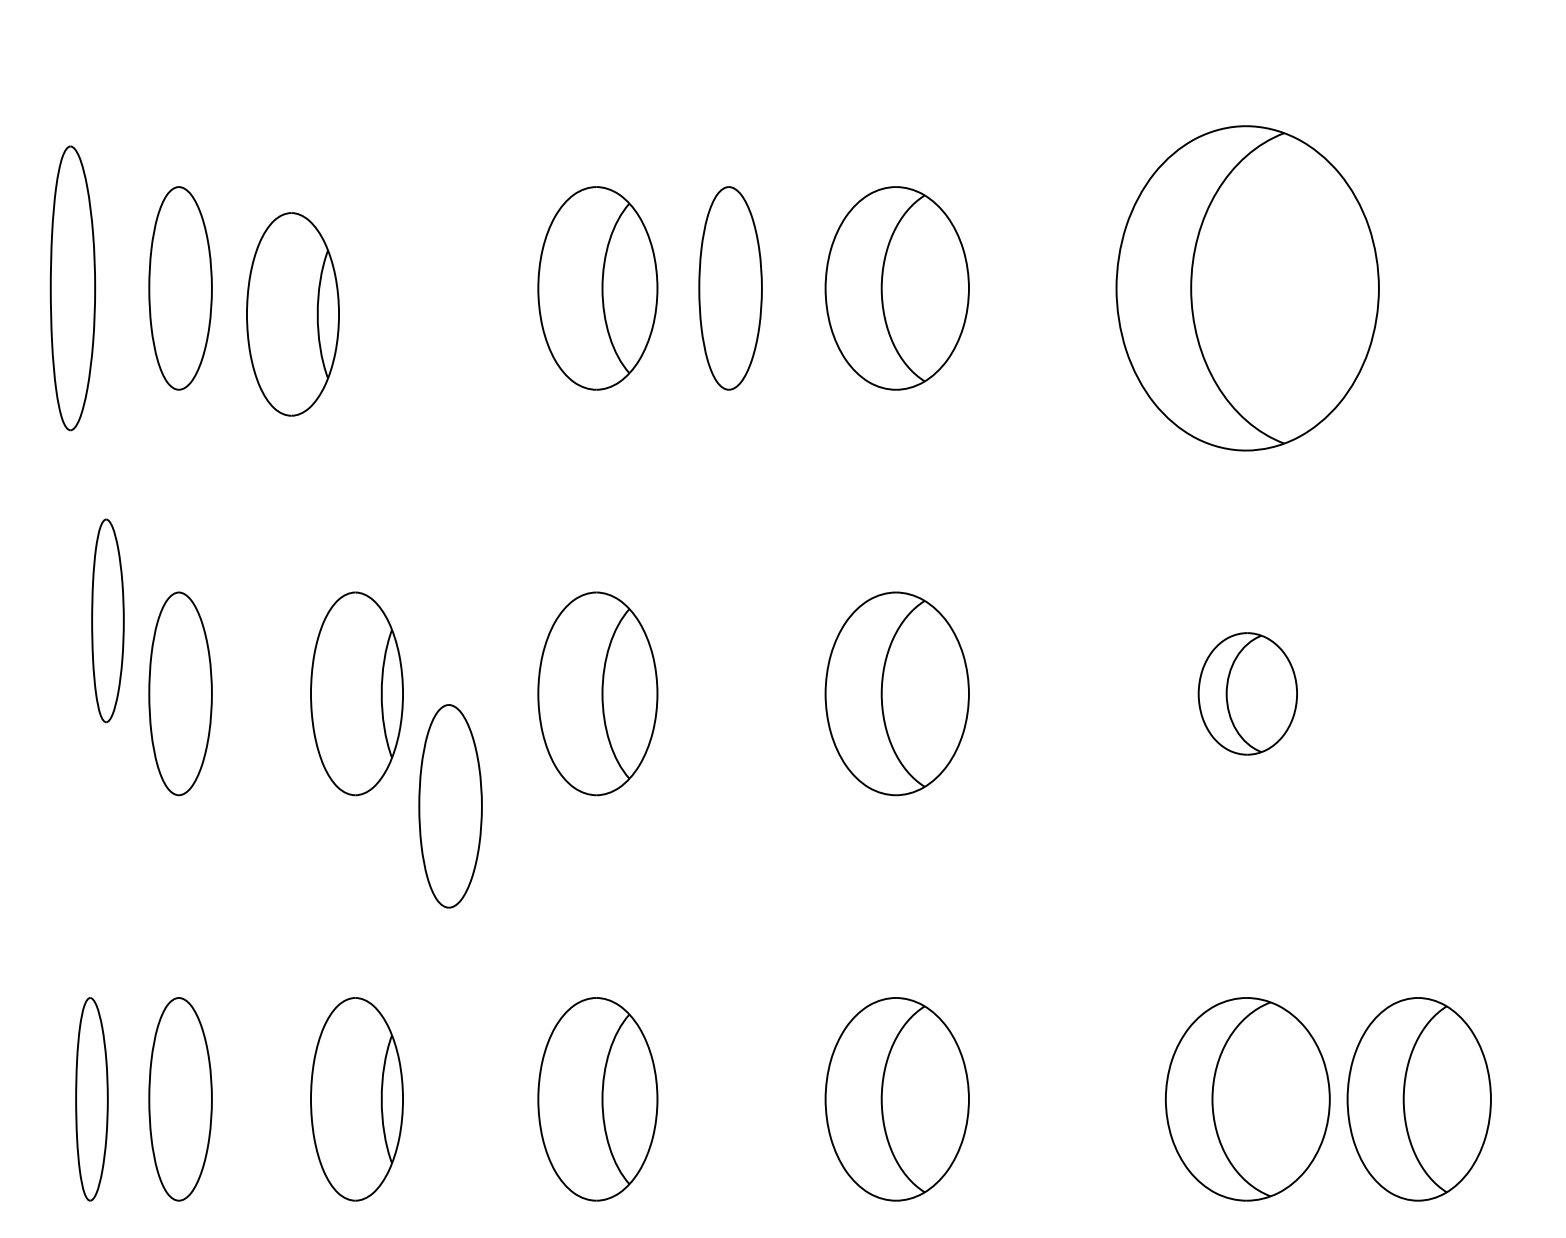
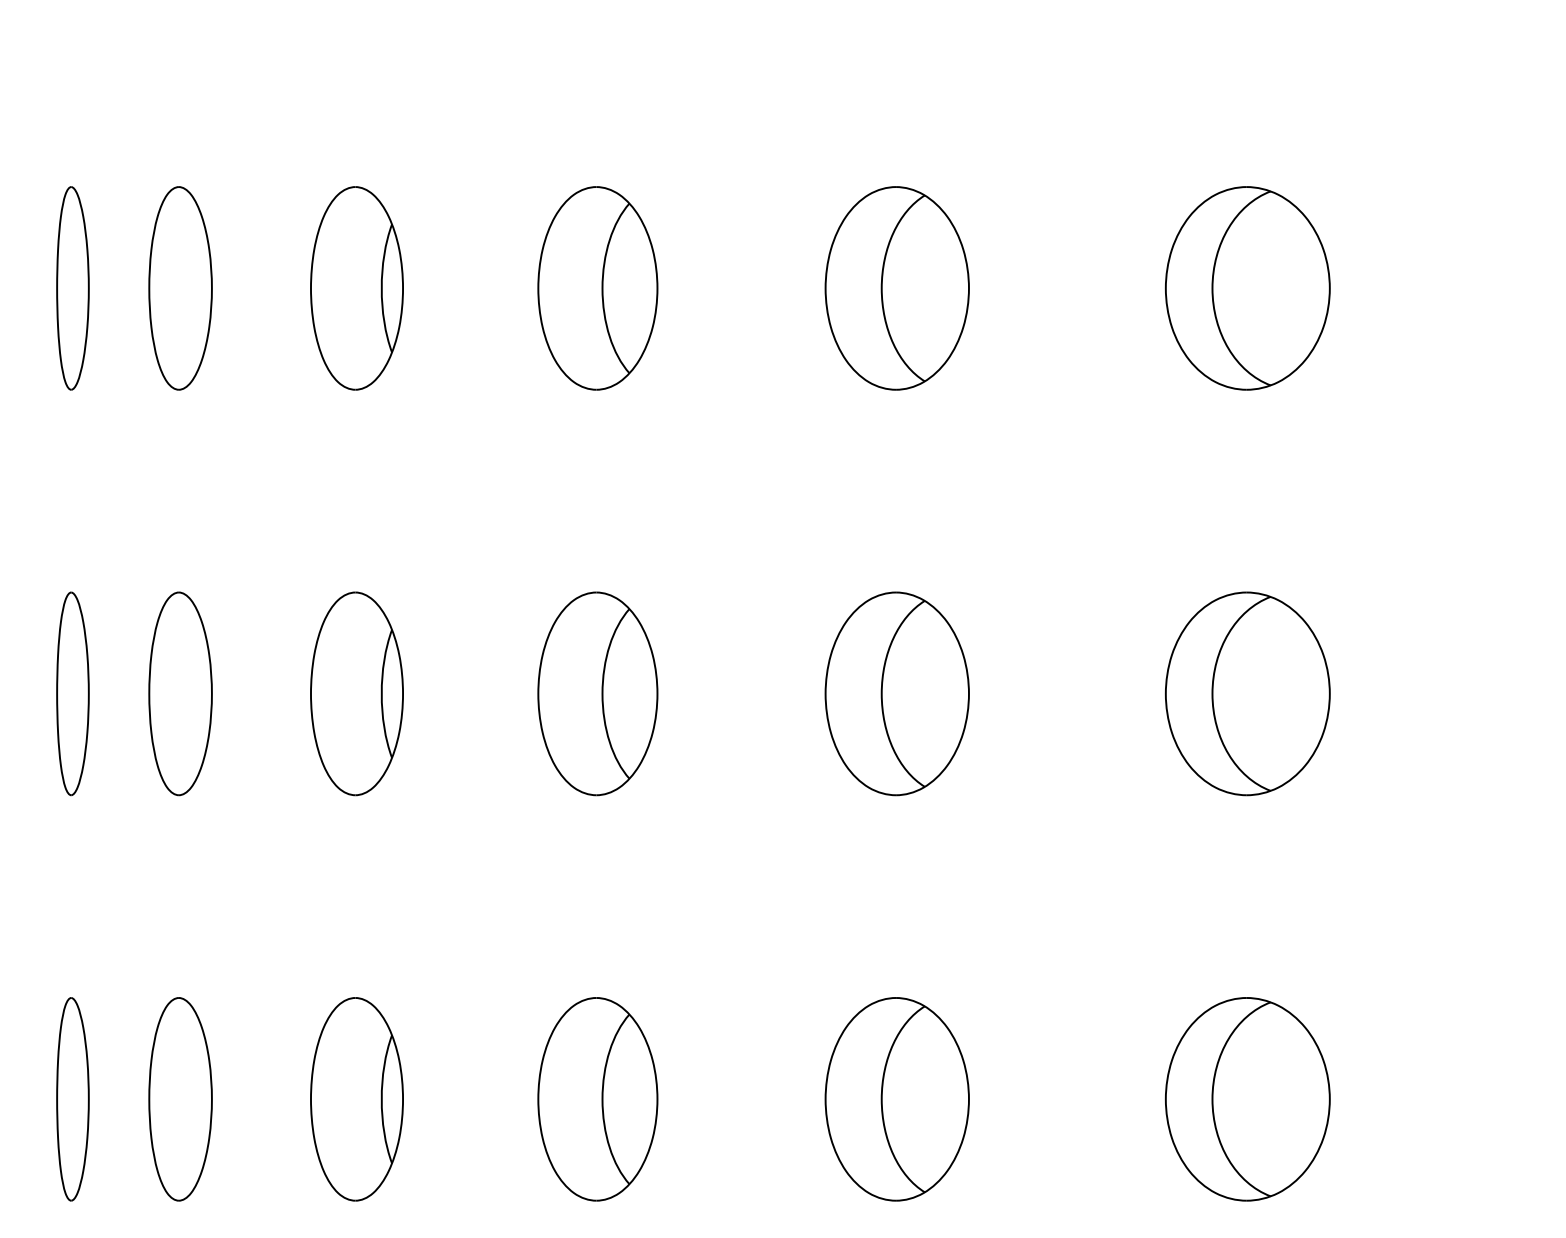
part at (72, 288) size: 48x287 px -> 34x205 px
part at (730, 288): present -> none
part at (1247, 288) size: 265x327 px -> 166x205 px
part at (292, 314) position: (292, 314) -> (356, 288)
part at (107, 620) position: (107, 620) -> (72, 693)
part at (1247, 693) size: 101x124 px -> 166x206 px
part at (450, 806): present -> none
part at (91, 1099) position: (91, 1099) -> (72, 1099)
part at (1418, 1099): present -> none
